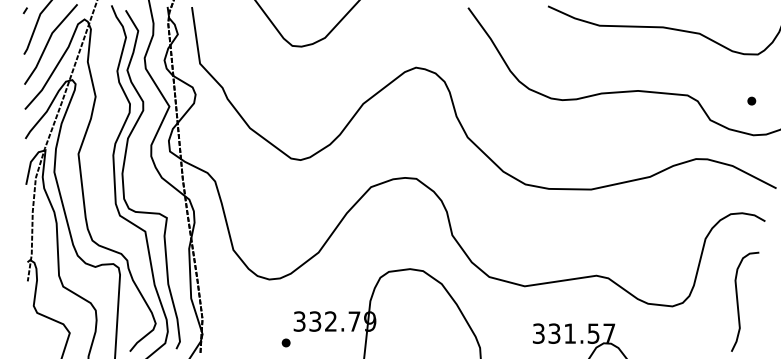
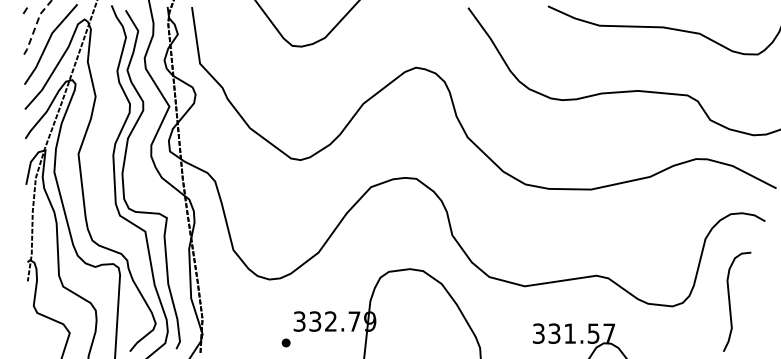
line at (35, 26): solid -> dashed
part at (751, 100): present -> none
curve at (738, 301) position: (738, 301) -> (730, 301)
